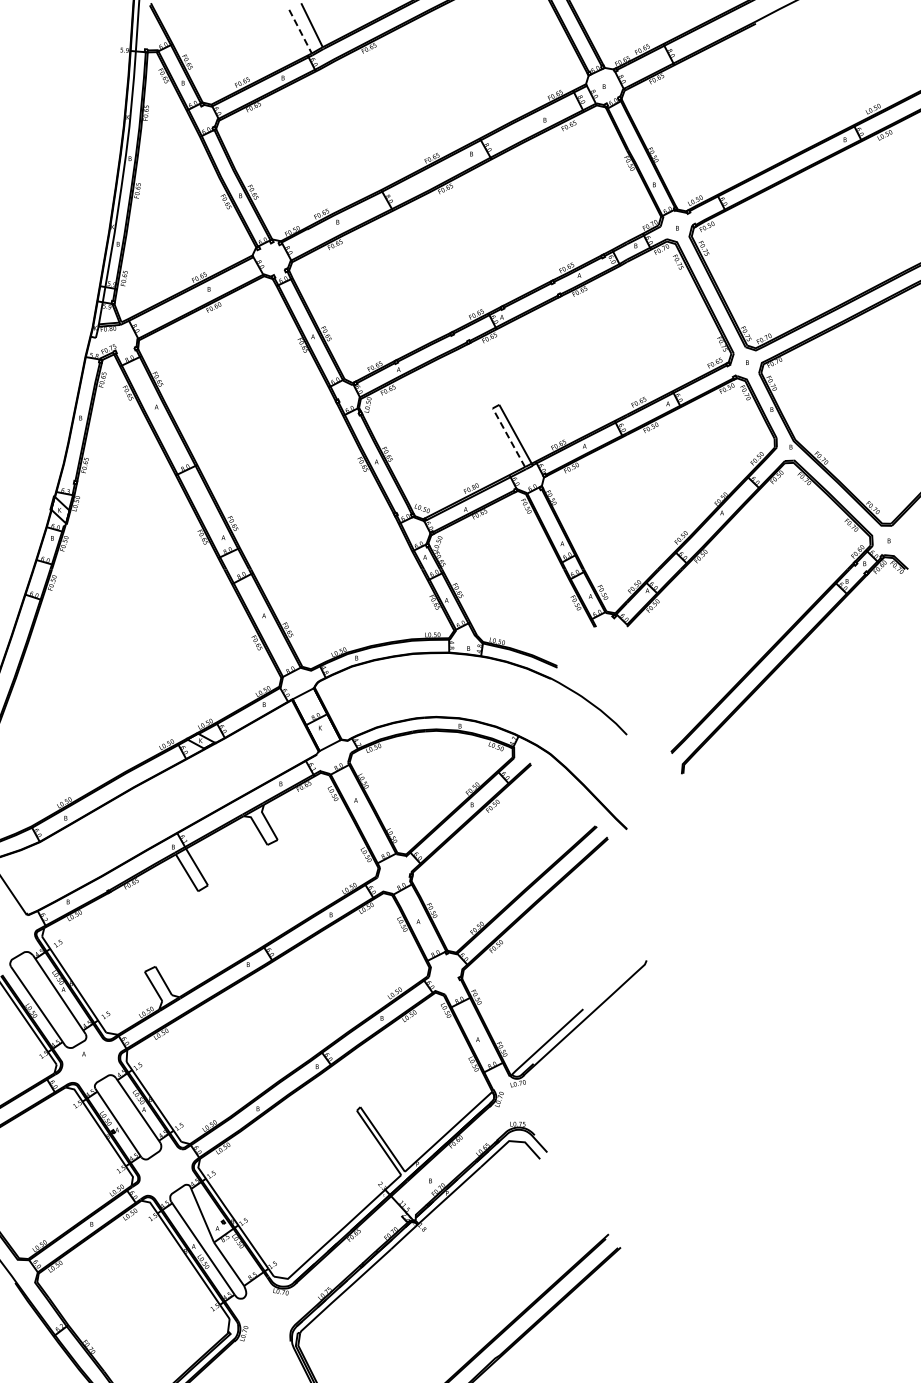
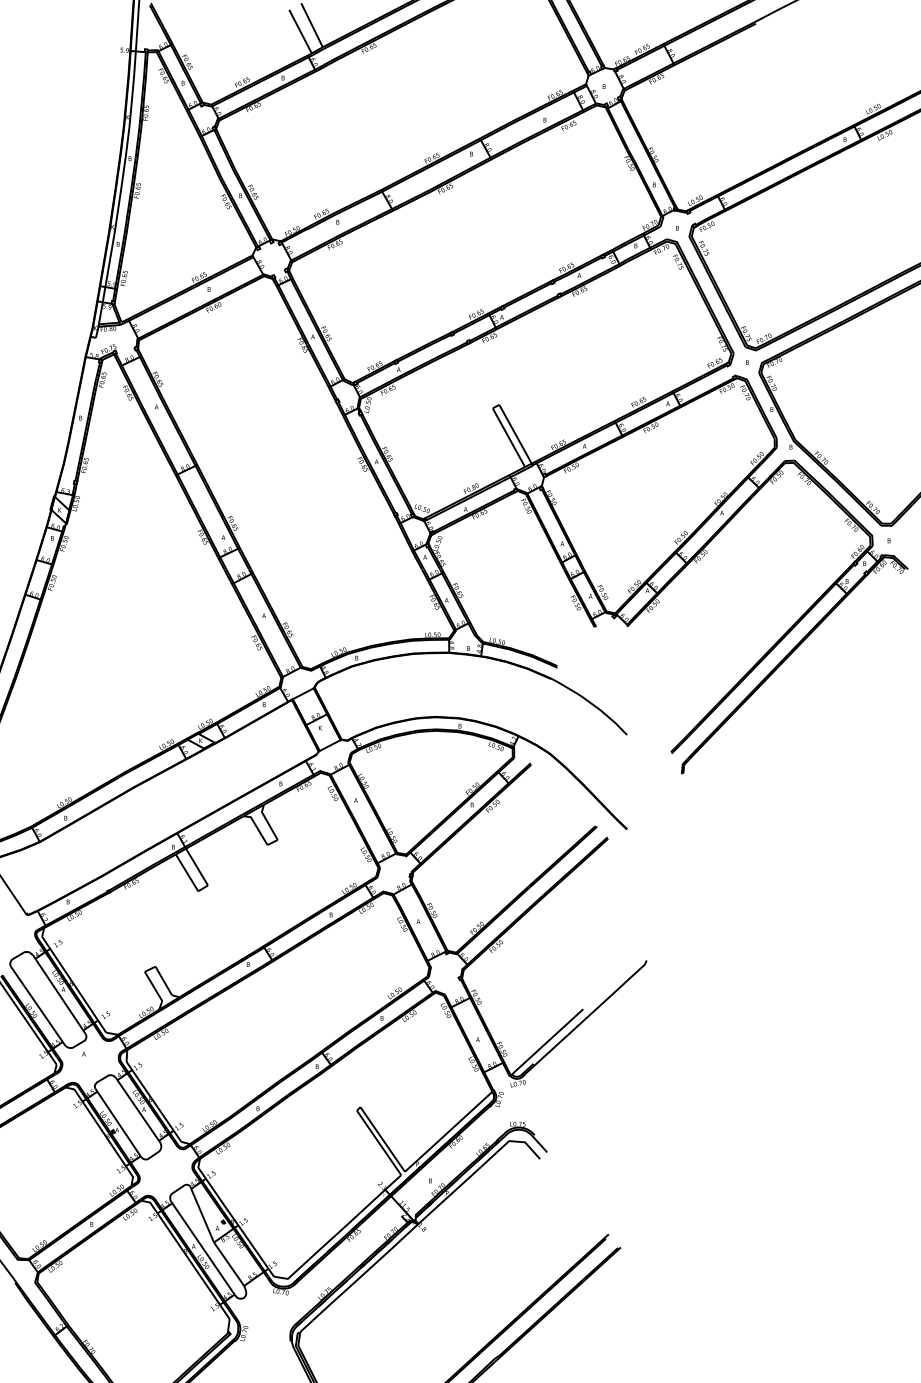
line at (300, 31): dashed -> solid
line at (508, 437): dashed -> solid
